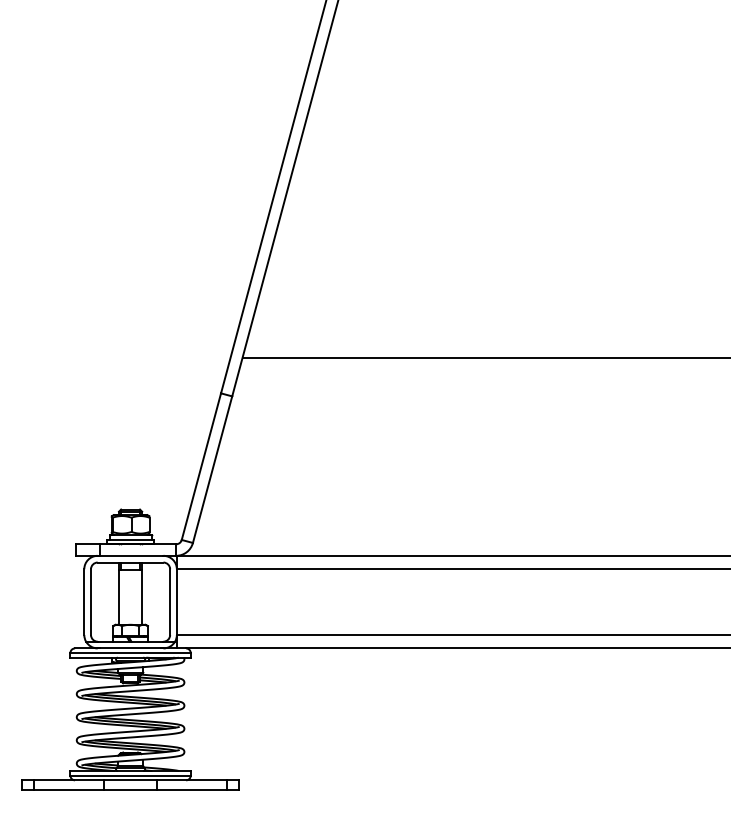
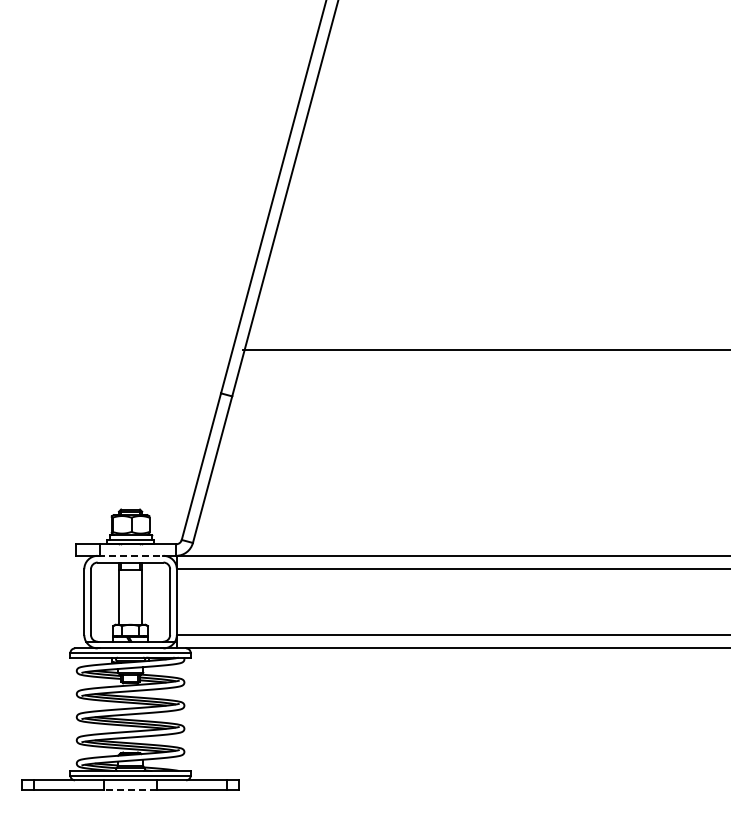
line at (484, 357) position: (484, 357) -> (484, 349)
line at (130, 555): solid -> dashed
line at (130, 789): solid -> dashed
